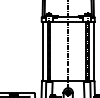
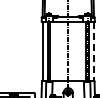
line at (93, 51): solid -> dashed
